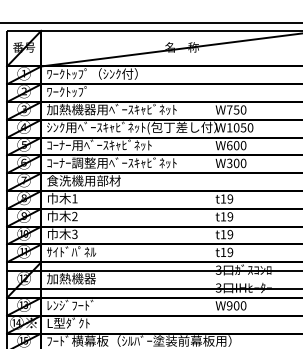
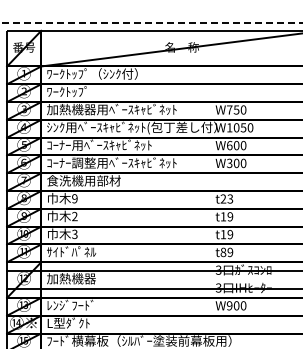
line at (151, 22): solid -> dashed
text at (74, 198): 1 -> 9
text at (226, 198): t19 -> t23
text at (223, 252): t19 -> t89
